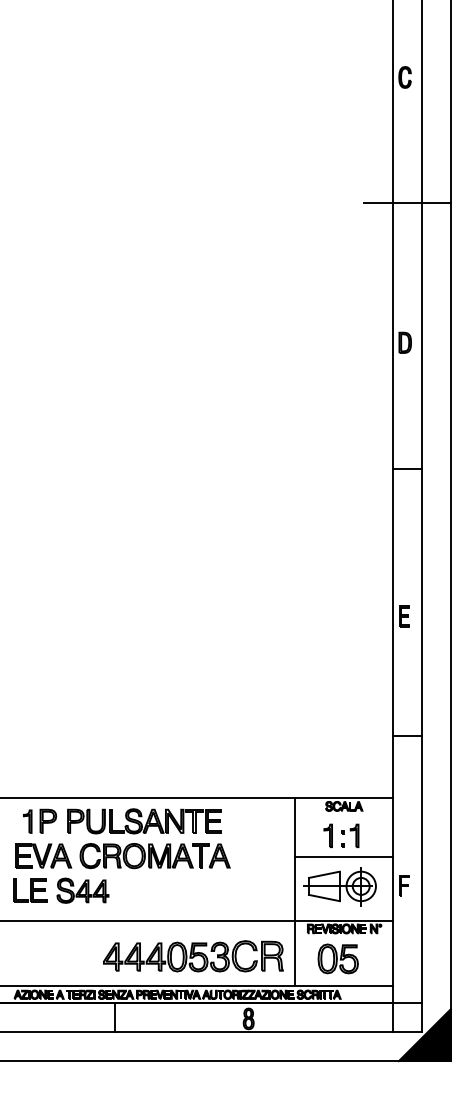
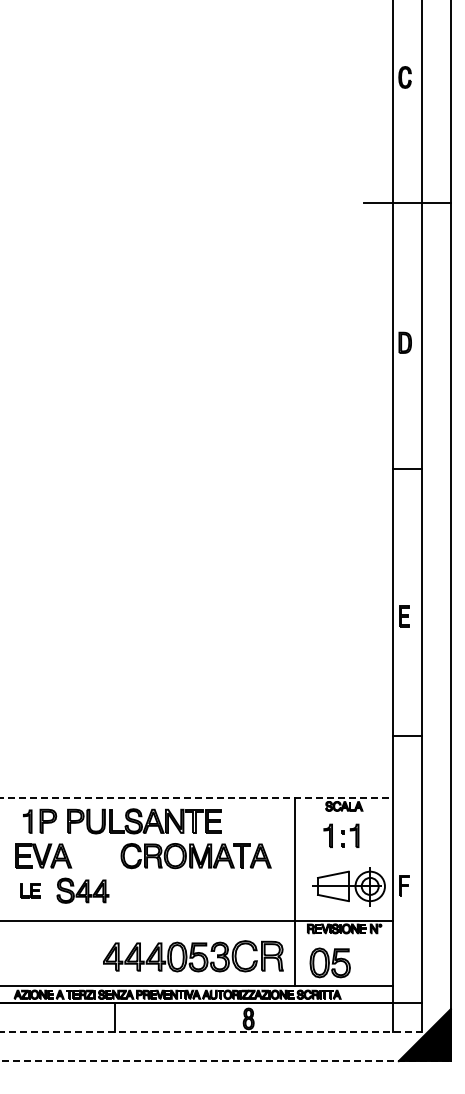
line at (197, 798): solid -> dashed
part at (154, 856) position: (154, 856) -> (195, 856)
line at (343, 856): present -> none
part at (339, 886) position: (339, 886) -> (348, 886)
part at (30, 890) size: 35x25 px -> 21x16 px
part at (337, 958) position: (337, 958) -> (329, 962)
line at (211, 1032): solid -> dashed
line at (225, 1061): solid -> dashed
